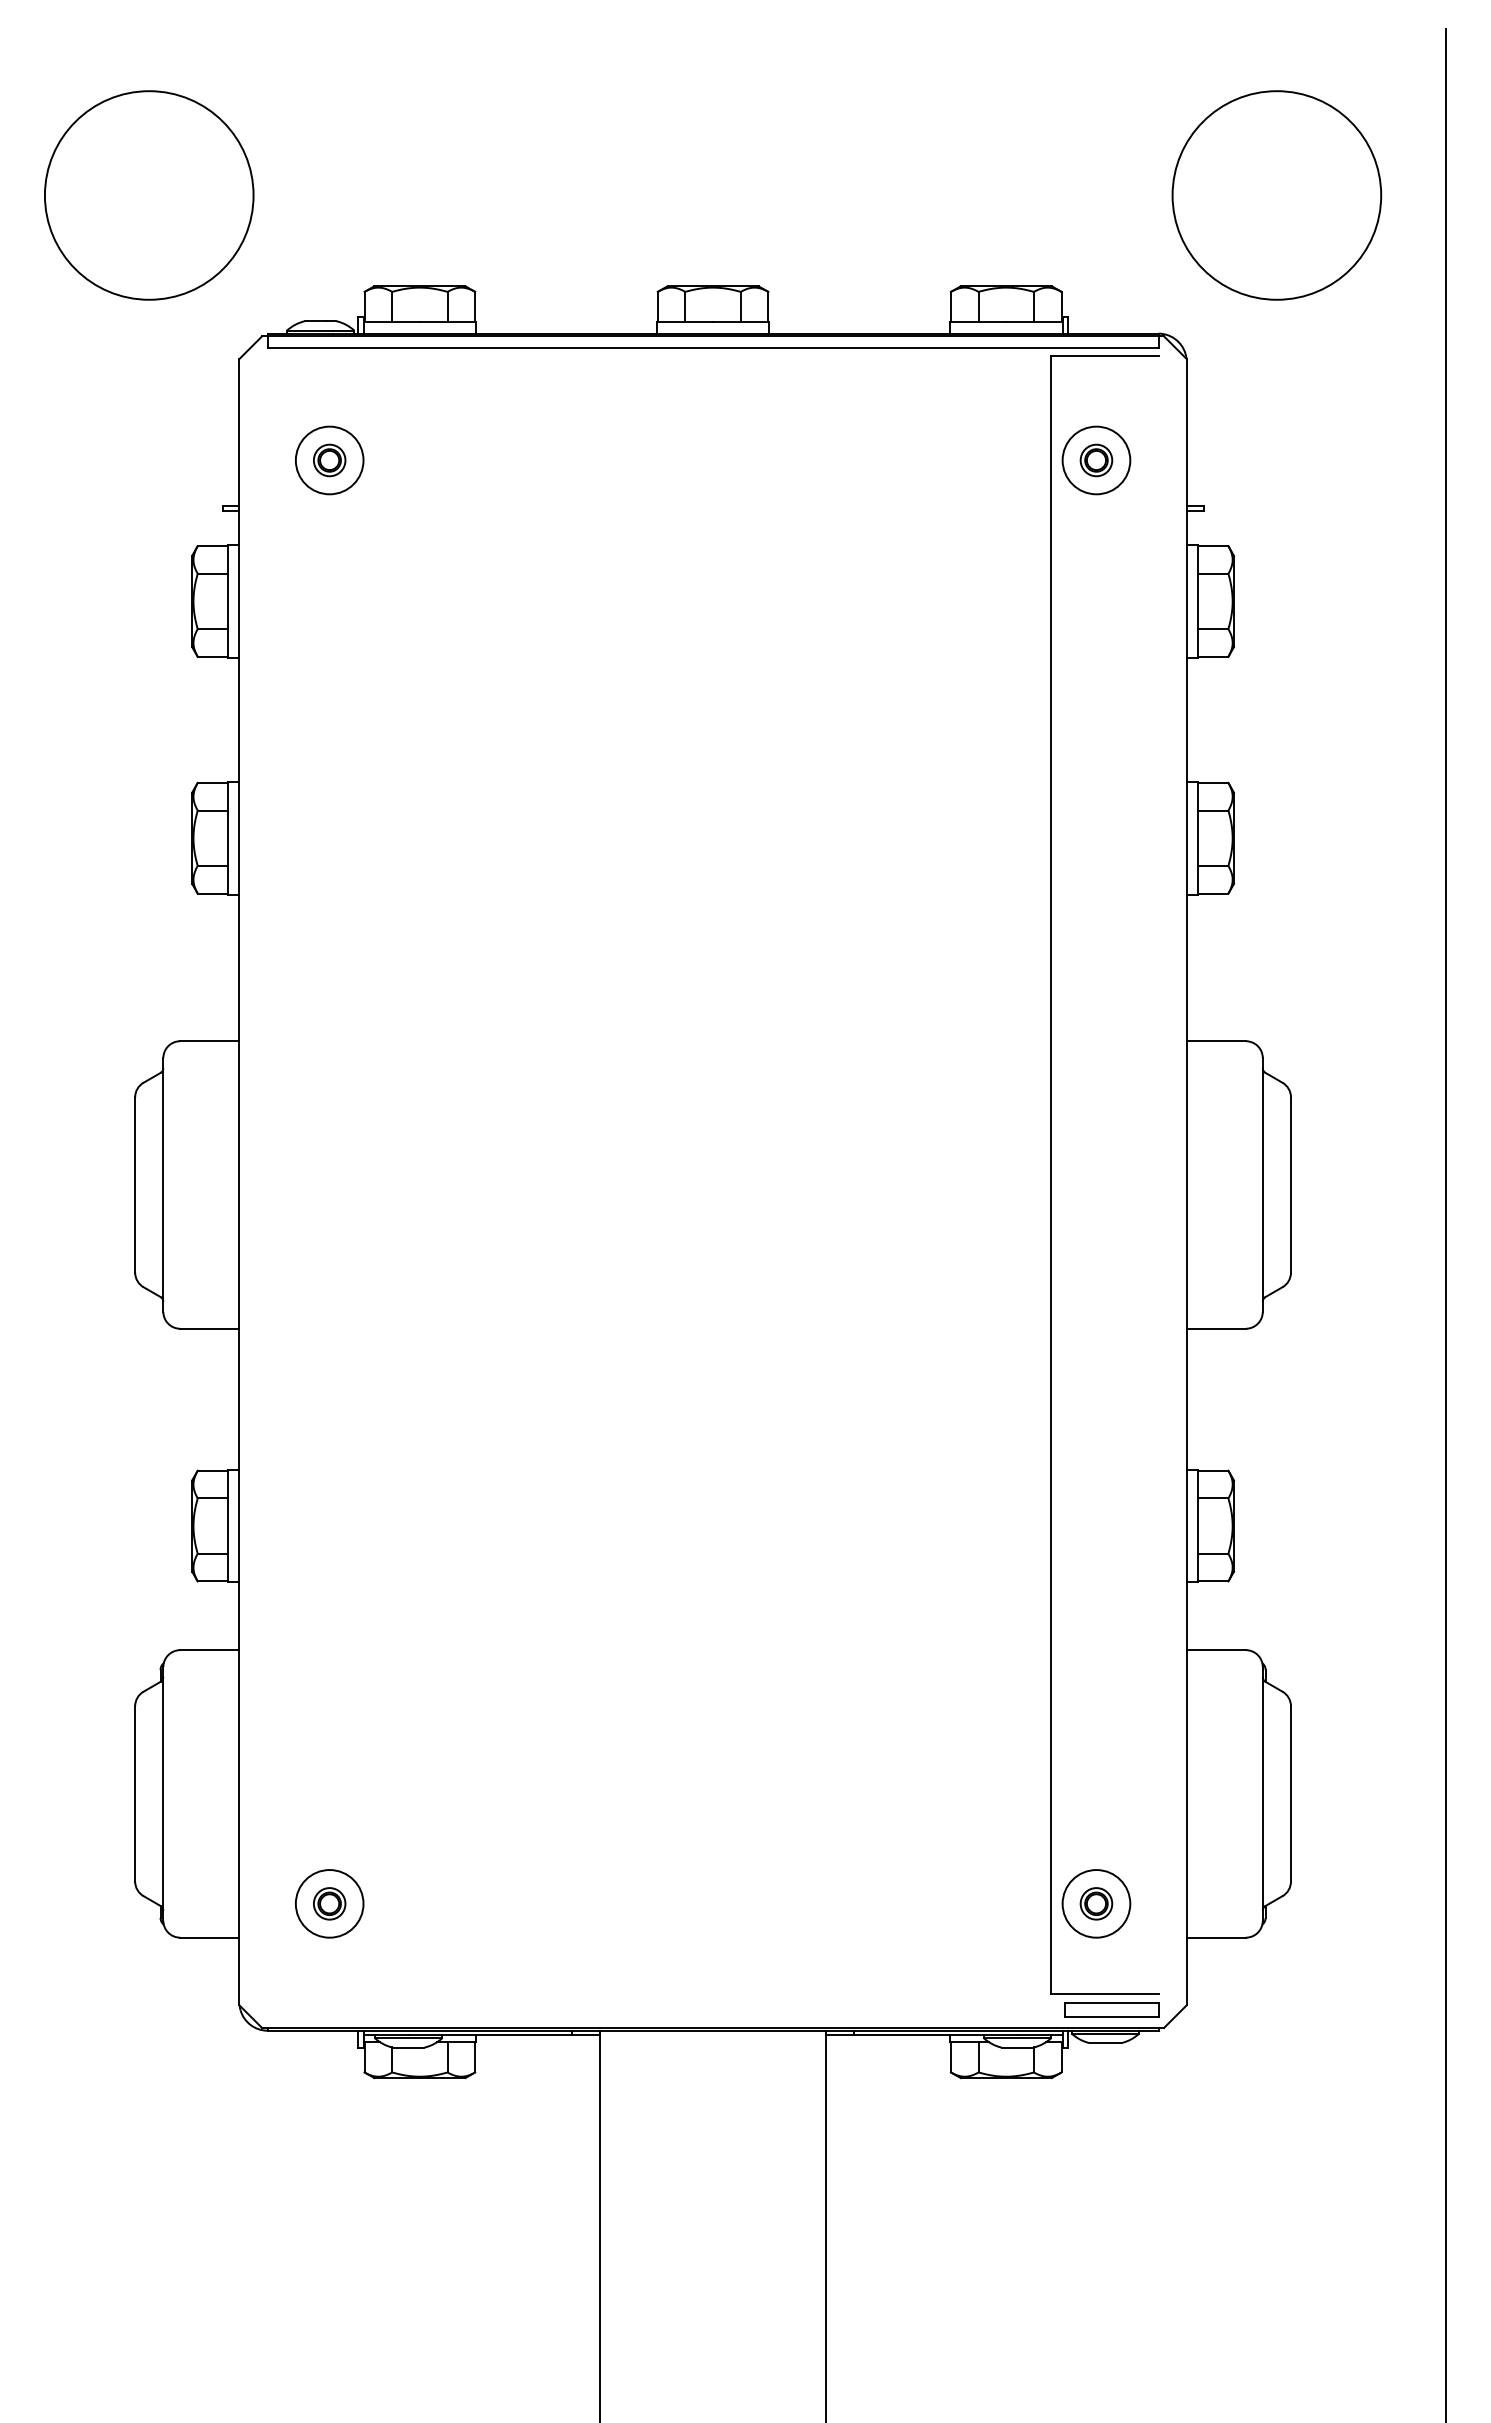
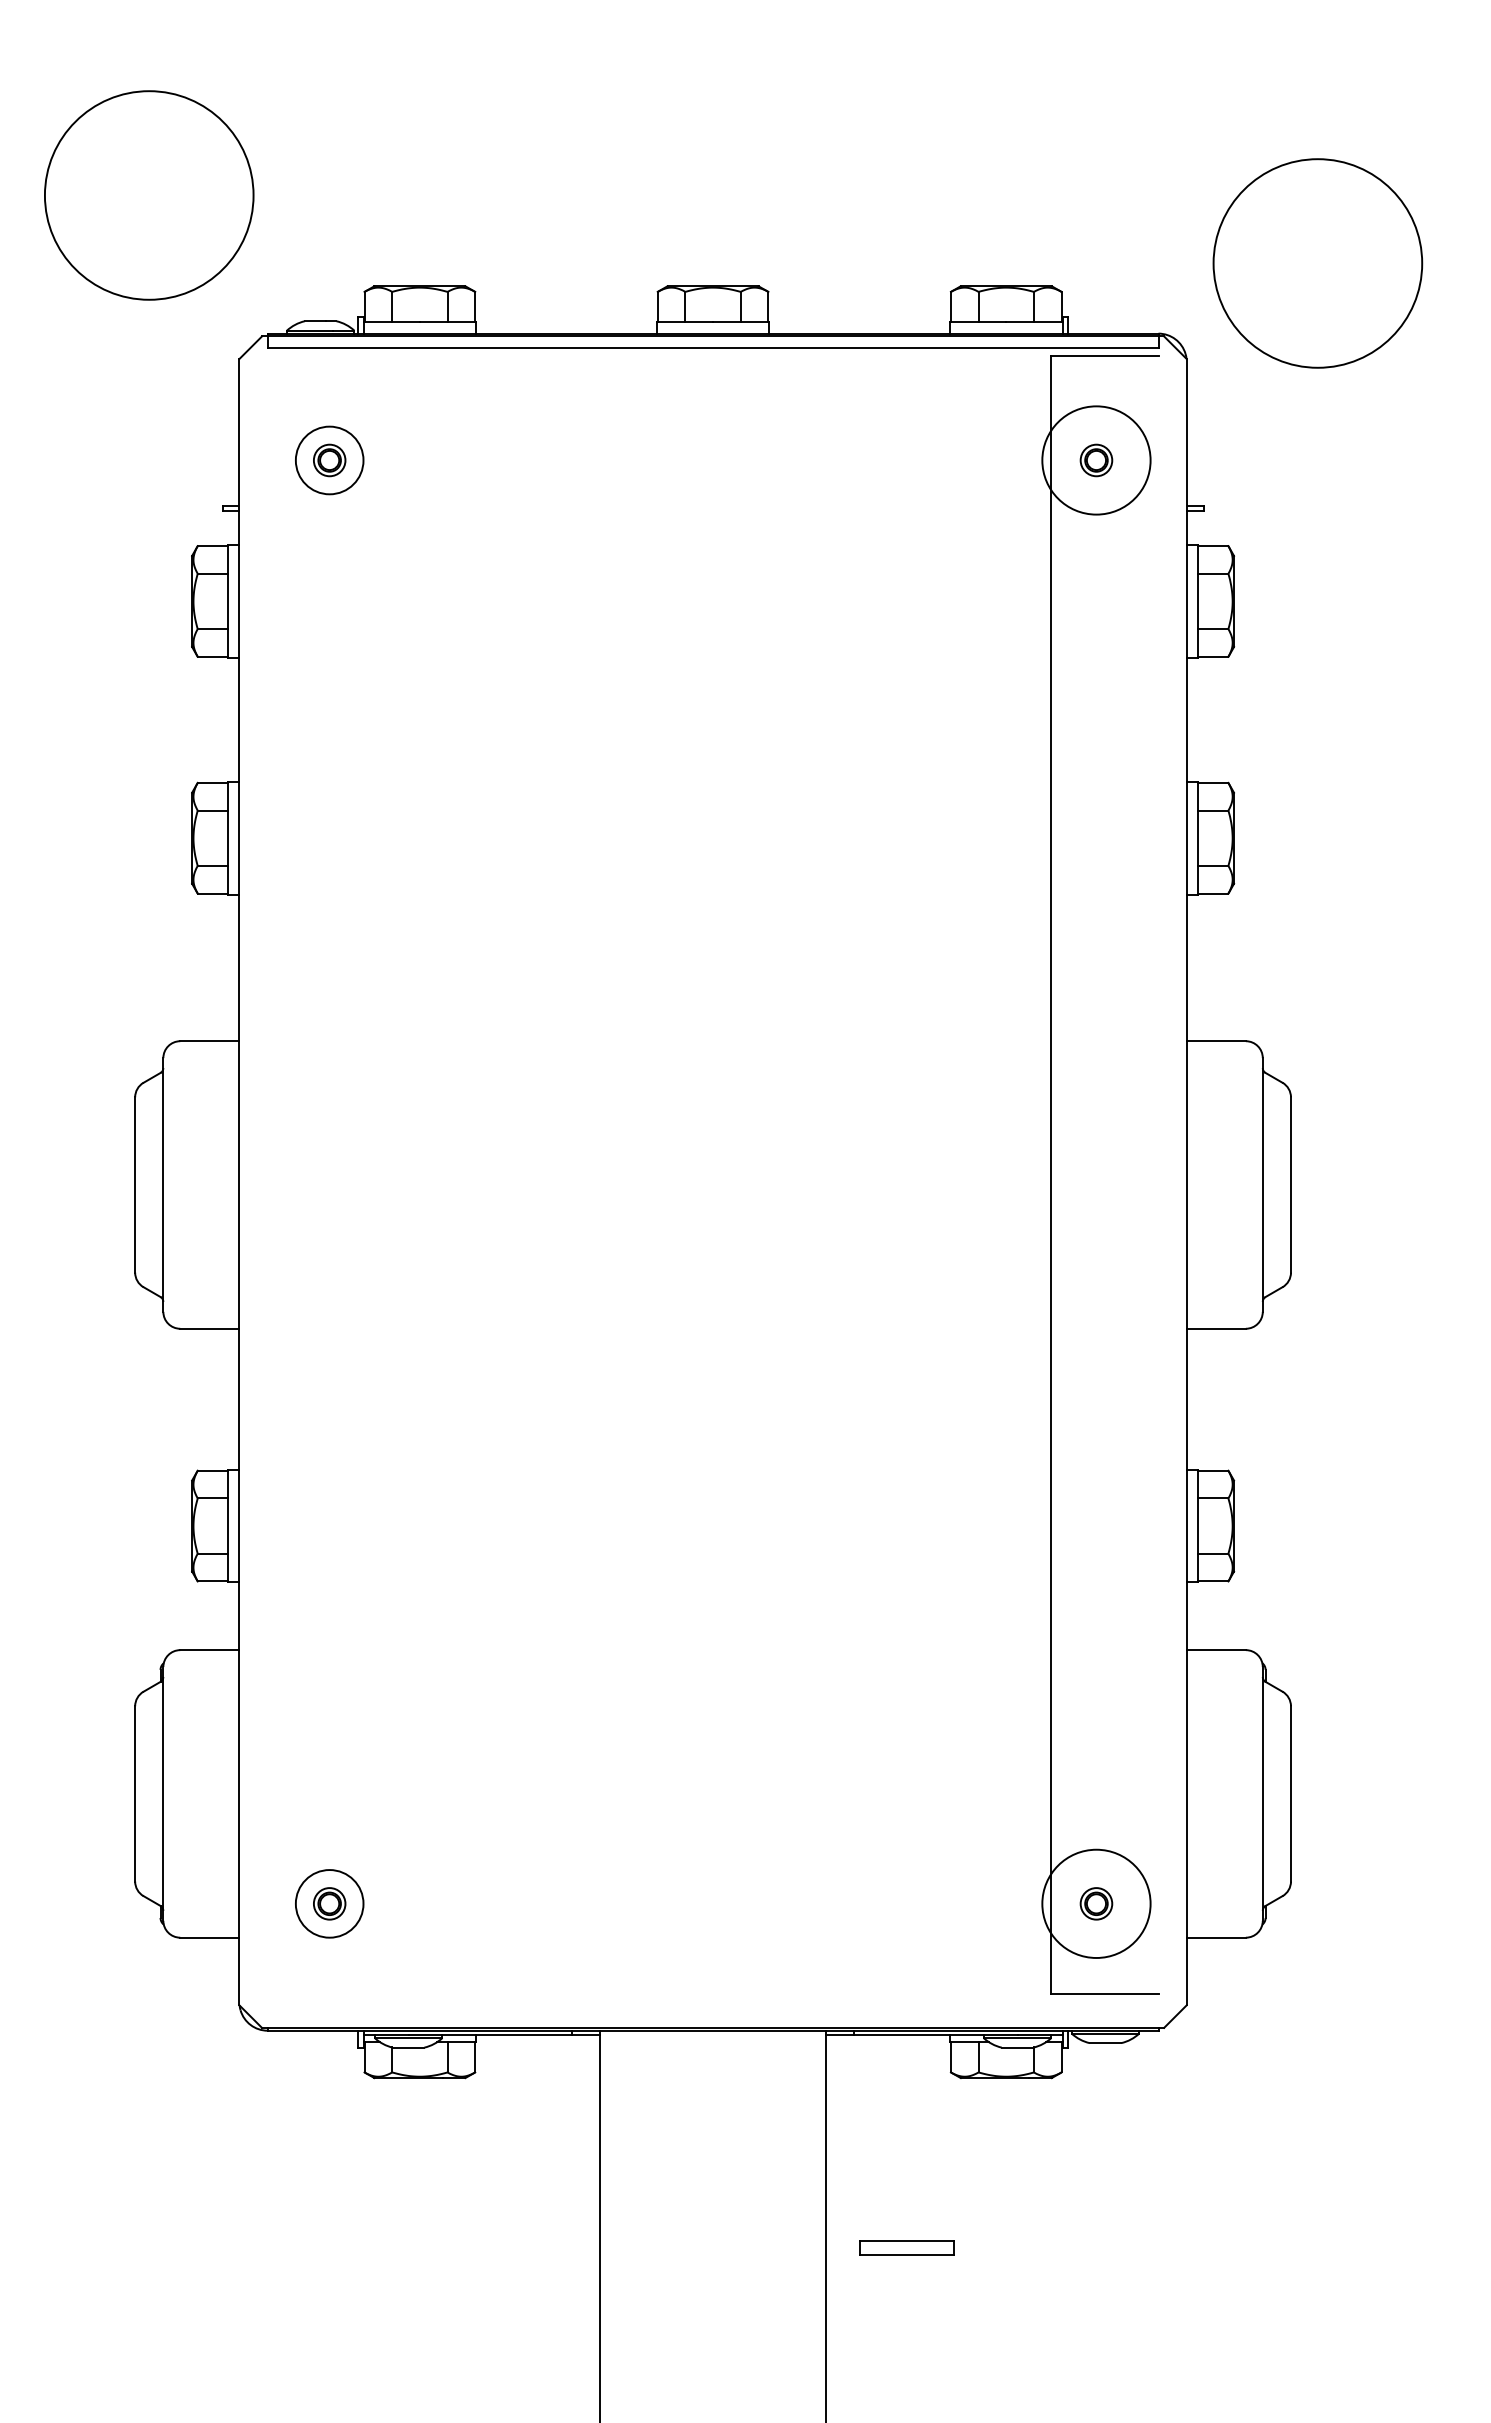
circle at (1276, 195) position: (1276, 195) -> (1317, 263)
circle at (1096, 460) diameter: 68 px -> 108 px
line at (1446, 1224): present -> none
circle at (1096, 1903) diameter: 68 px -> 108 px
part at (1111, 2009) position: (1111, 2009) -> (906, 2247)
